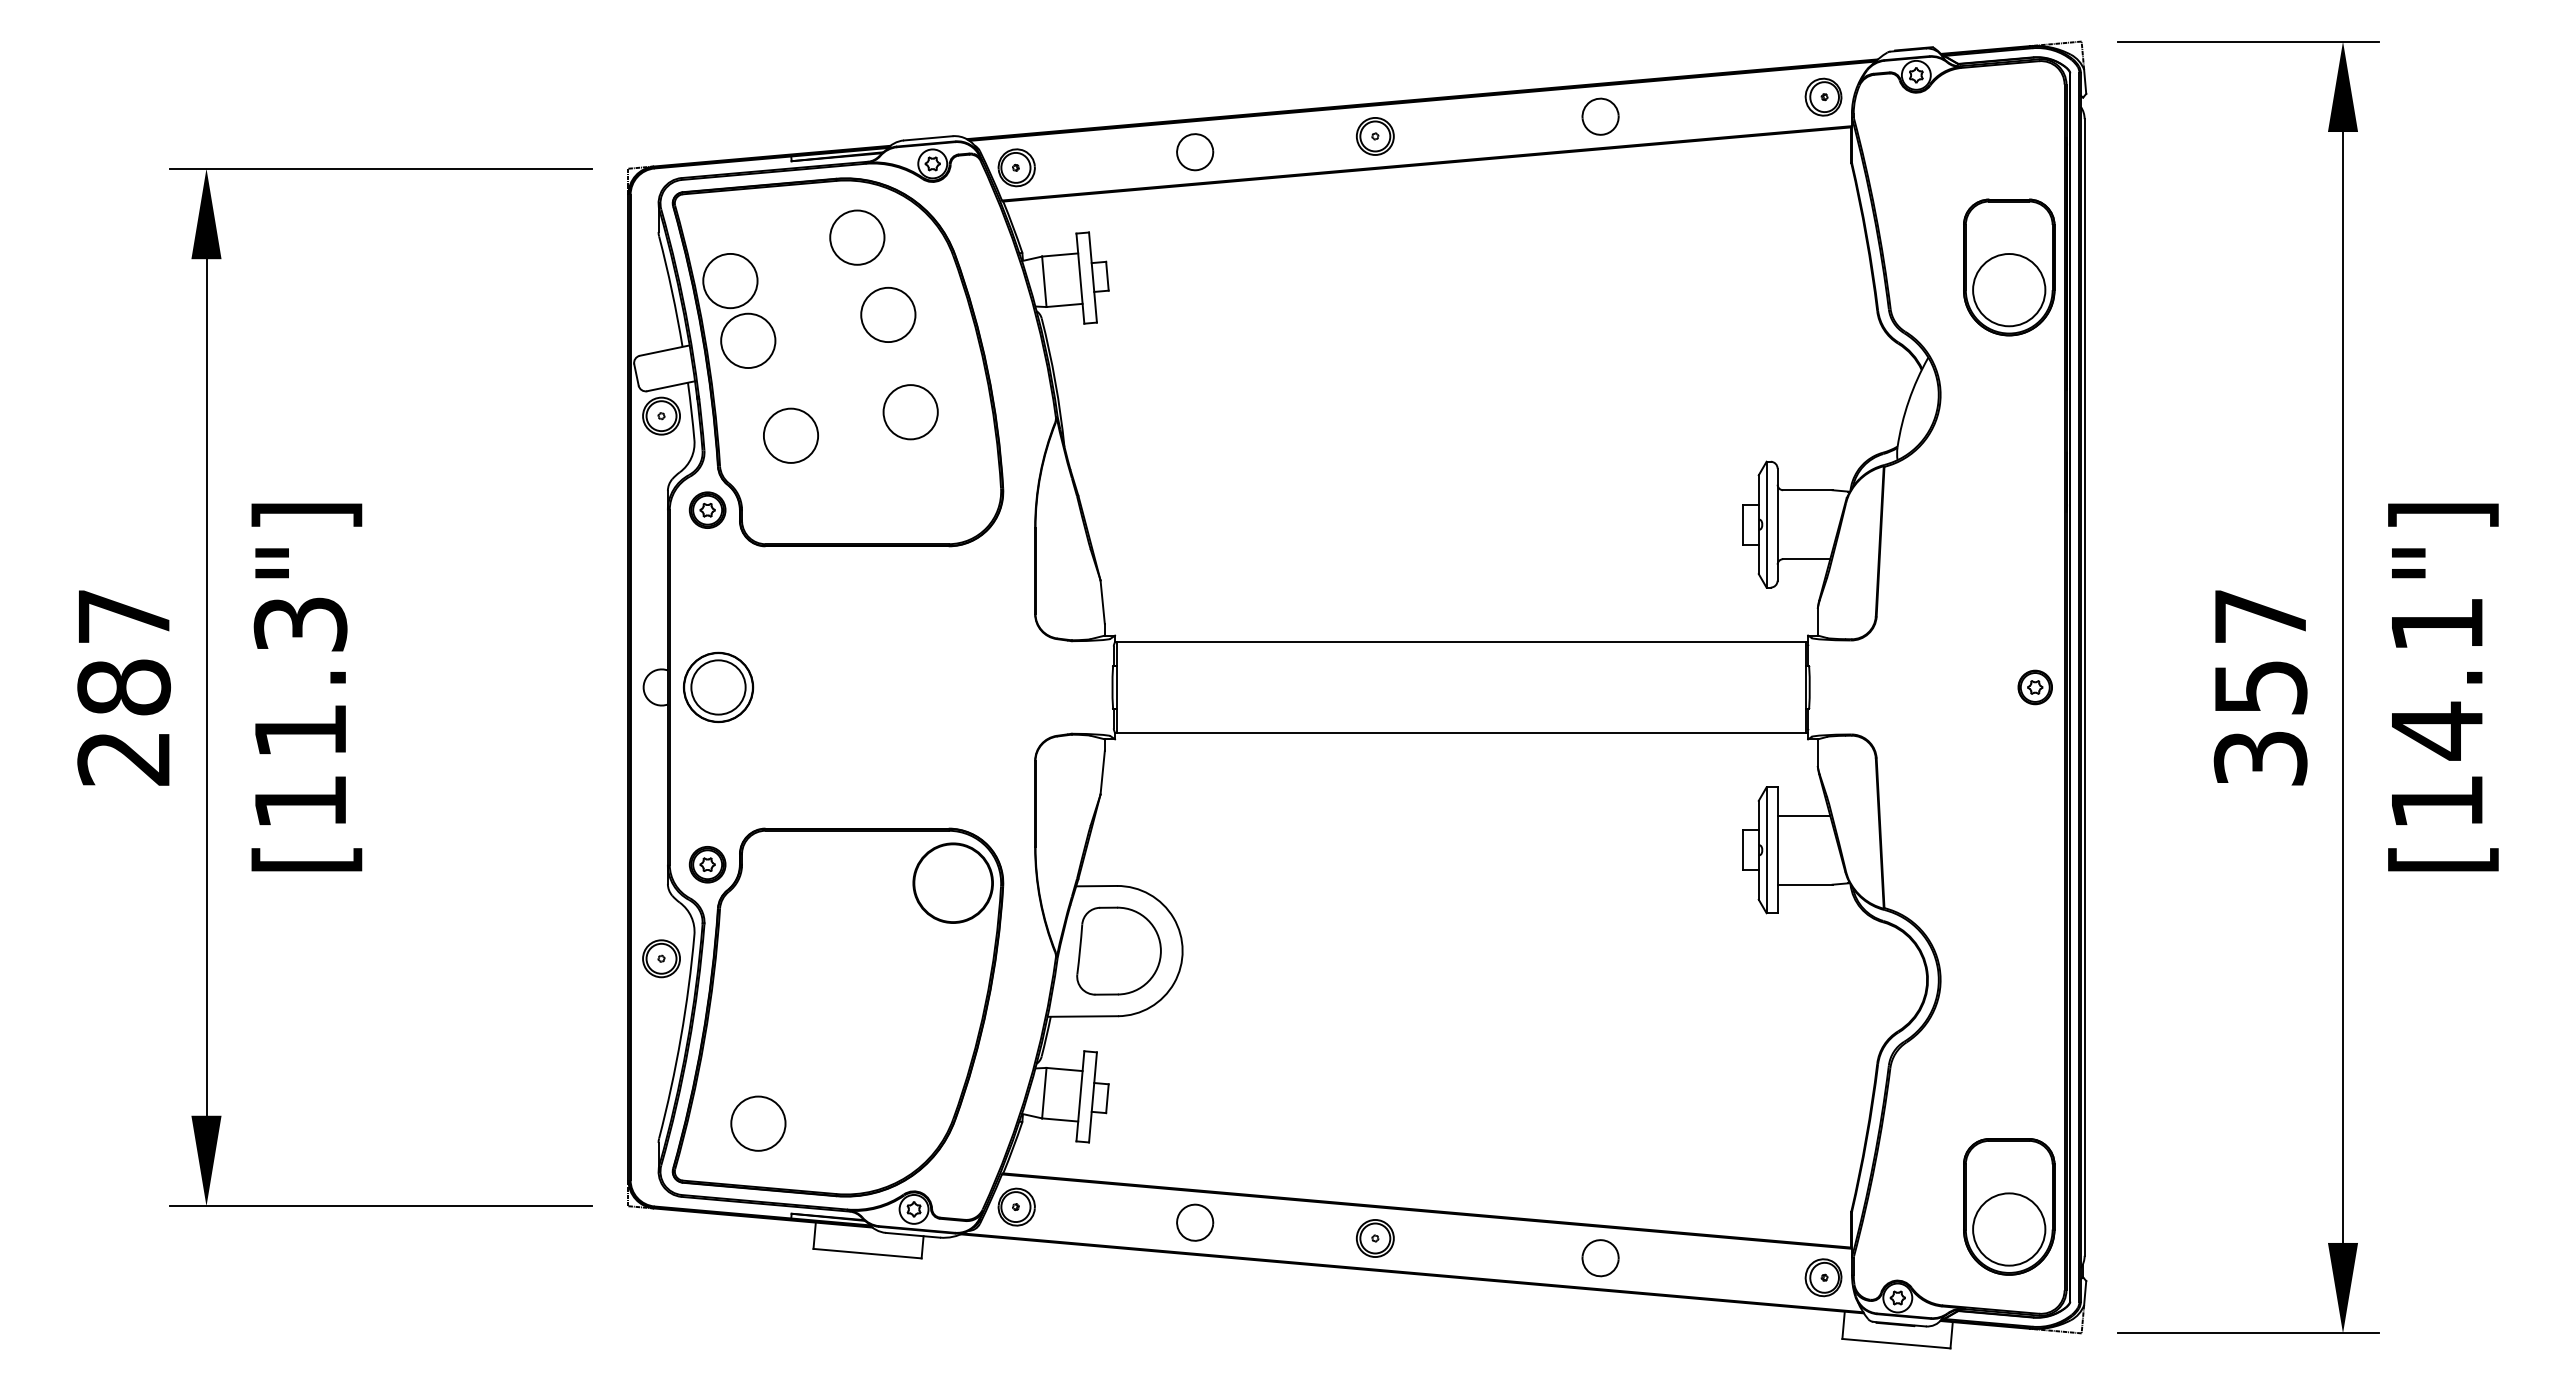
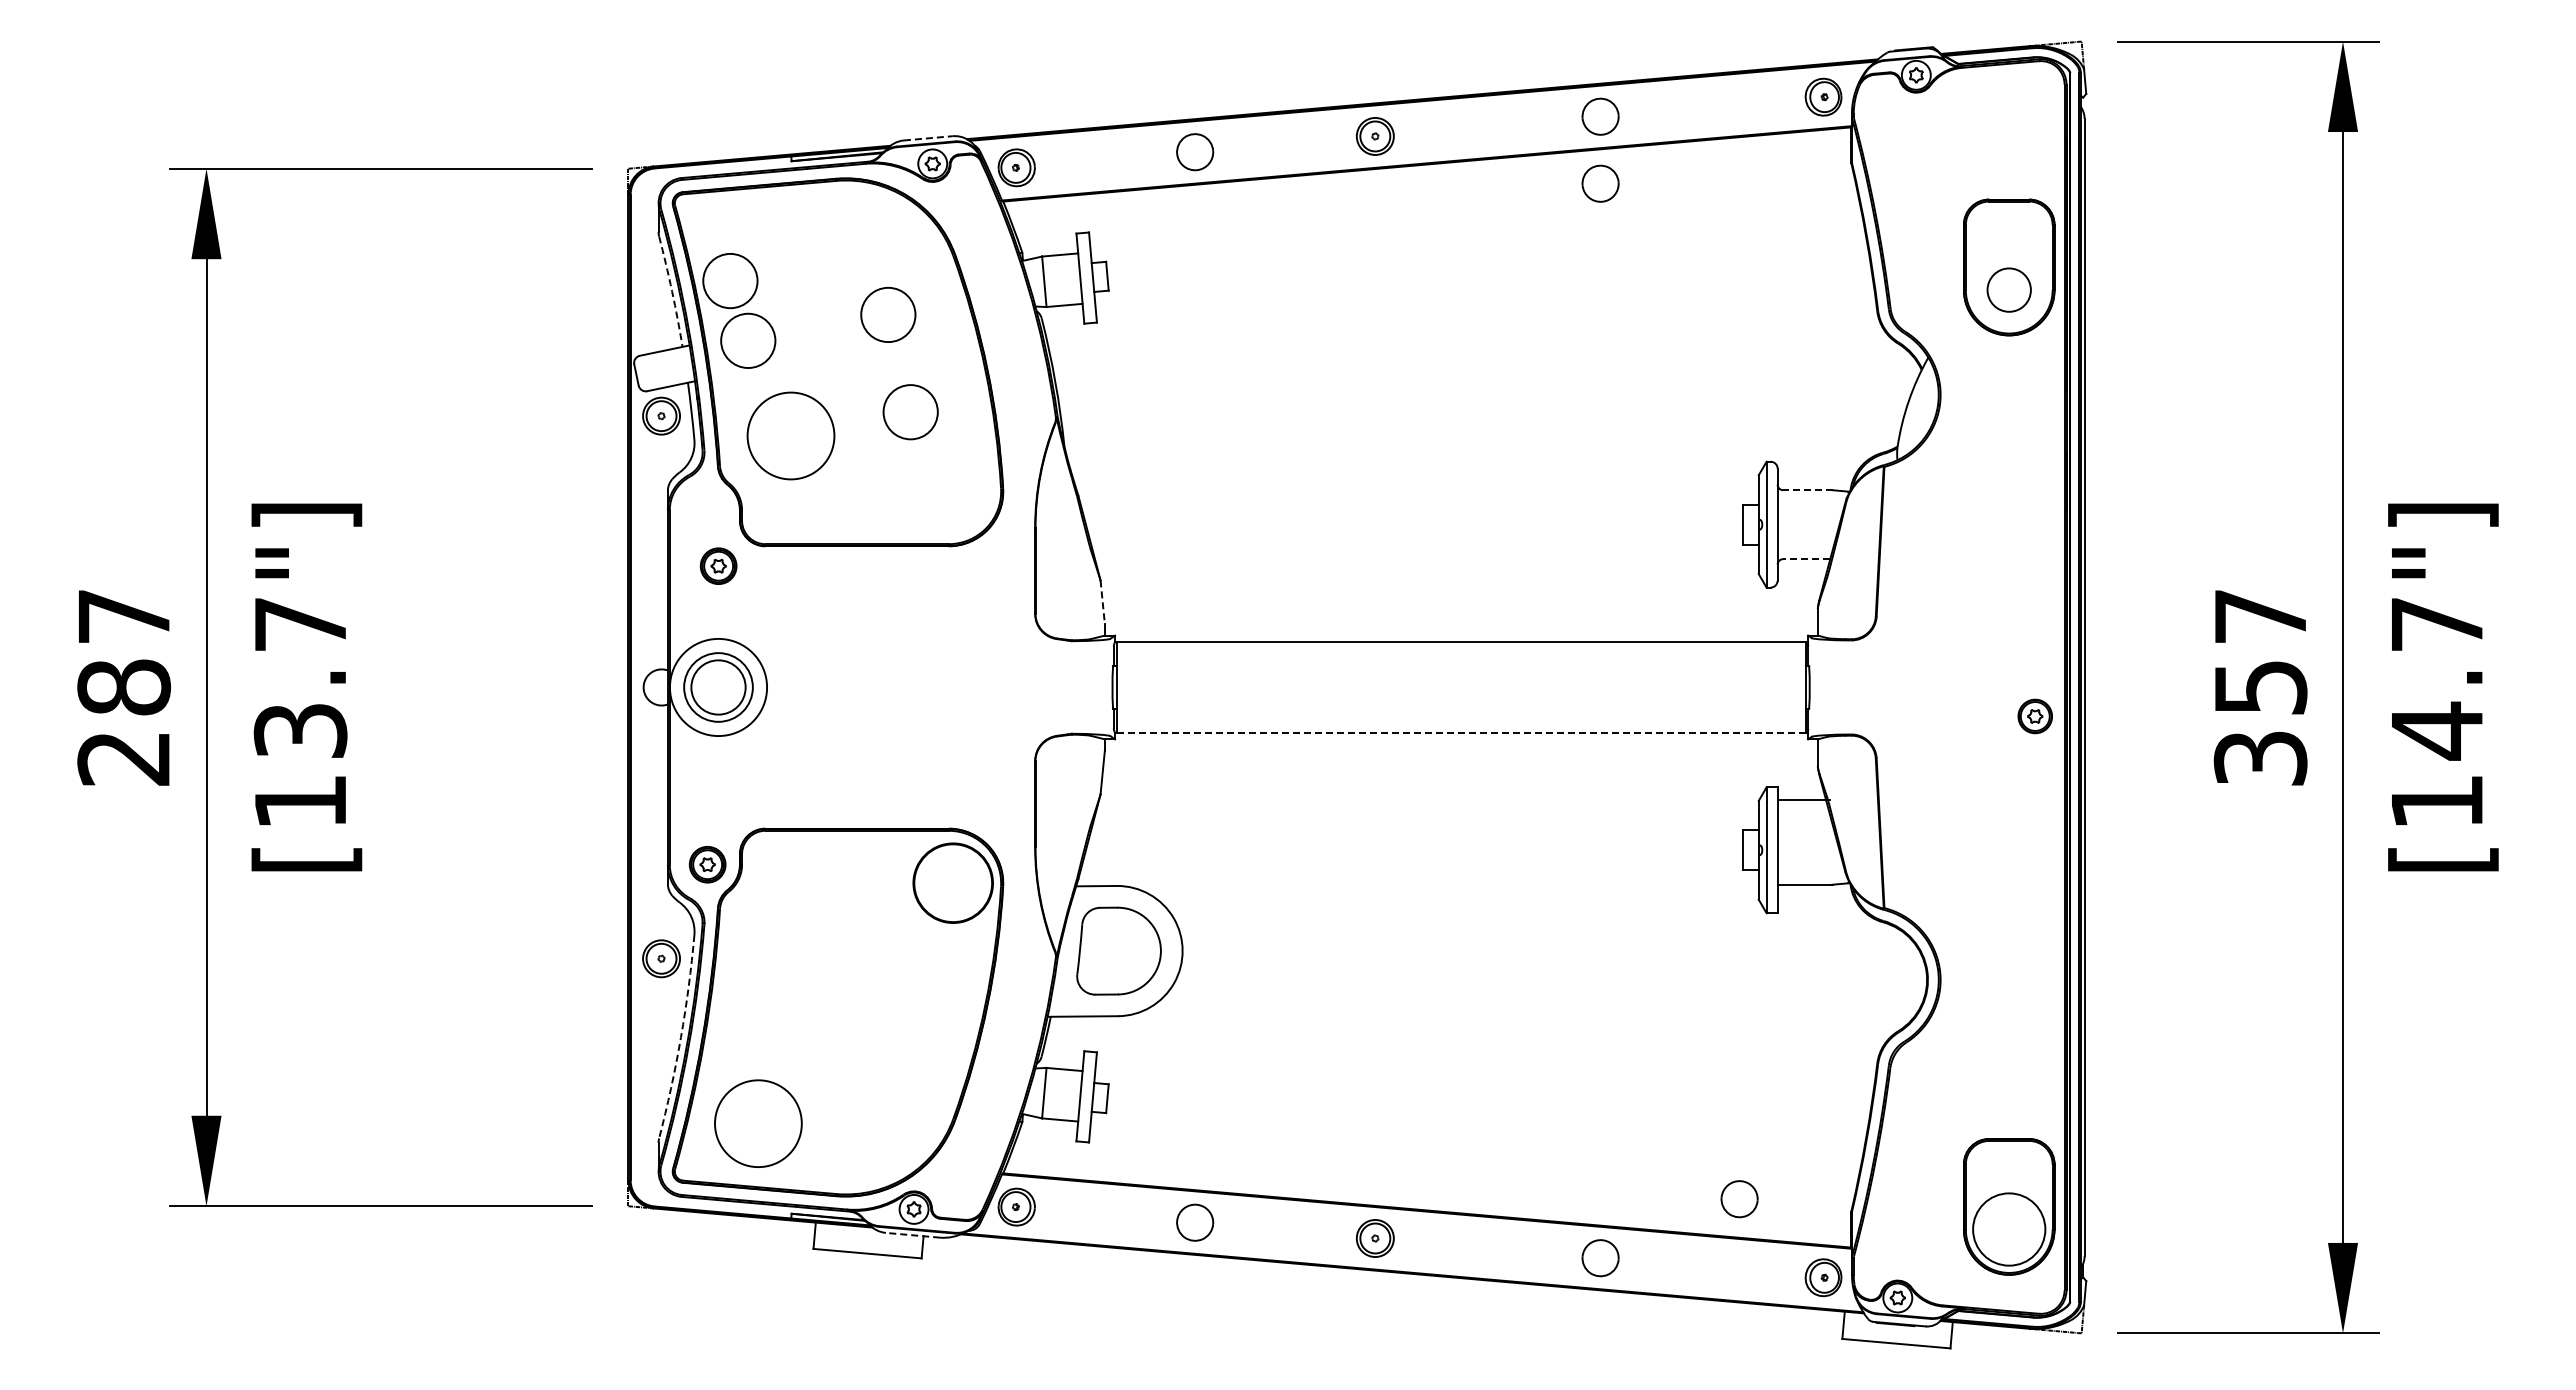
line at (928, 138): solid -> dashed
part at (1600, 183): none -> present
circle at (857, 237): present -> none
circle at (2009, 290) diameter: 72 px -> 43 px
arc at (672, 291): solid -> dashed
circle at (790, 435) size: 56x57 px -> 90x90 px
line at (1807, 490): solid -> dashed
part at (707, 509) position: (707, 509) -> (718, 565)
line at (1806, 559): solid -> dashed
line at (1102, 602): solid -> dashed
text at (2437, 624): [14.1"] -> [14.7"]
text at (300, 677): [11.3"] -> [13.7"]
circle at (718, 687) diameter: 69 px -> 97 px
part at (2034, 687) position: (2034, 687) -> (2034, 716)
line at (1461, 732): solid -> dashed
line at (1803, 815) position: (1803, 815) -> (1803, 799)
arc at (680, 1037): solid -> dashed
circle at (758, 1123) diameter: 54 px -> 87 px
part at (1739, 1199): none -> present
line at (912, 1235): solid -> dashed
